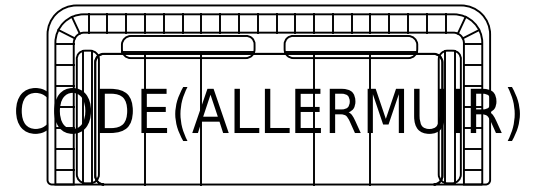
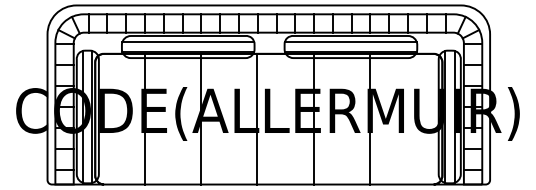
line at (188, 42): none -> present
line at (350, 42): none -> present
line at (257, 118): none -> present
